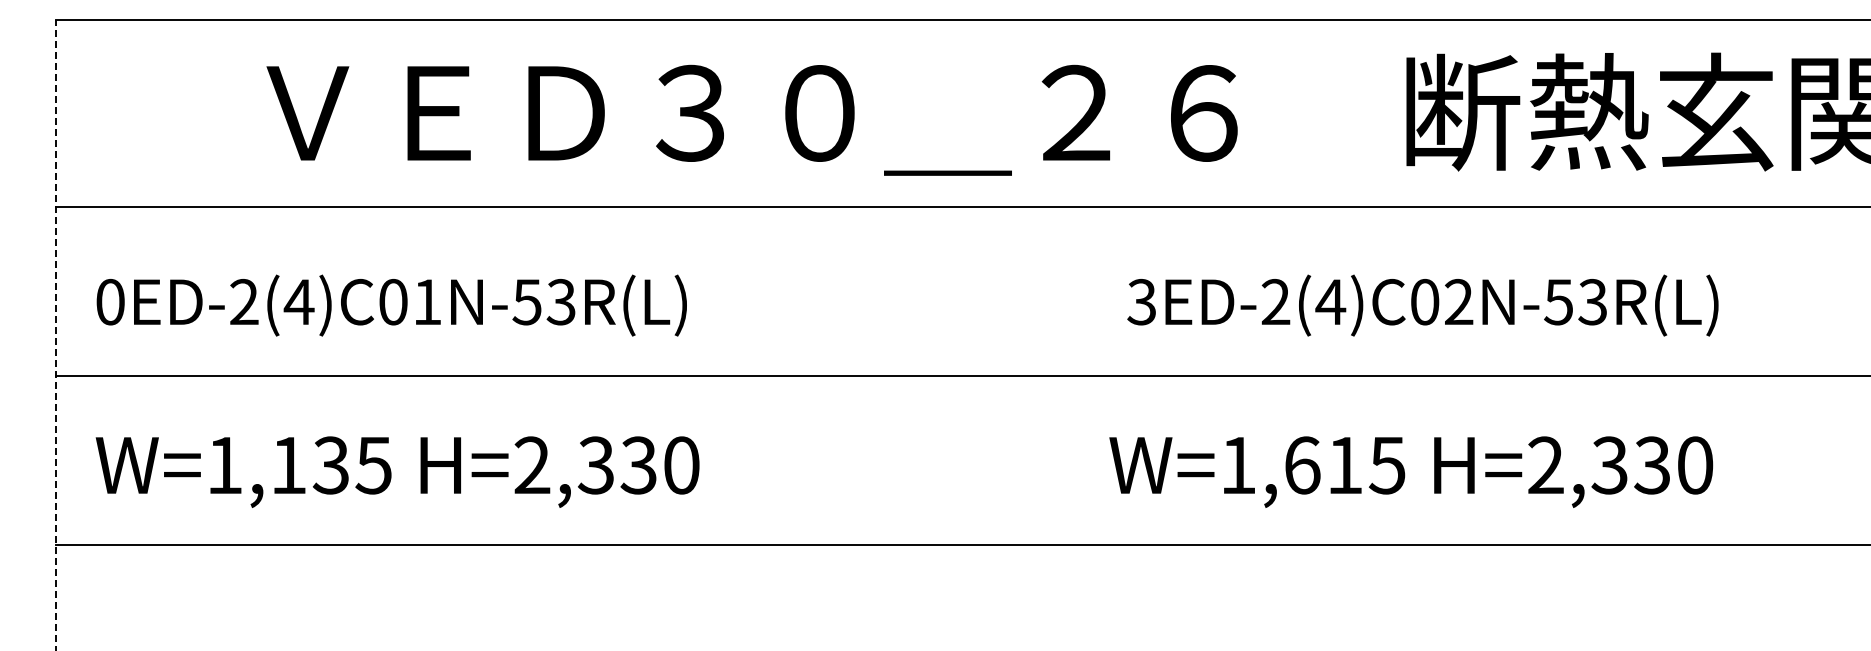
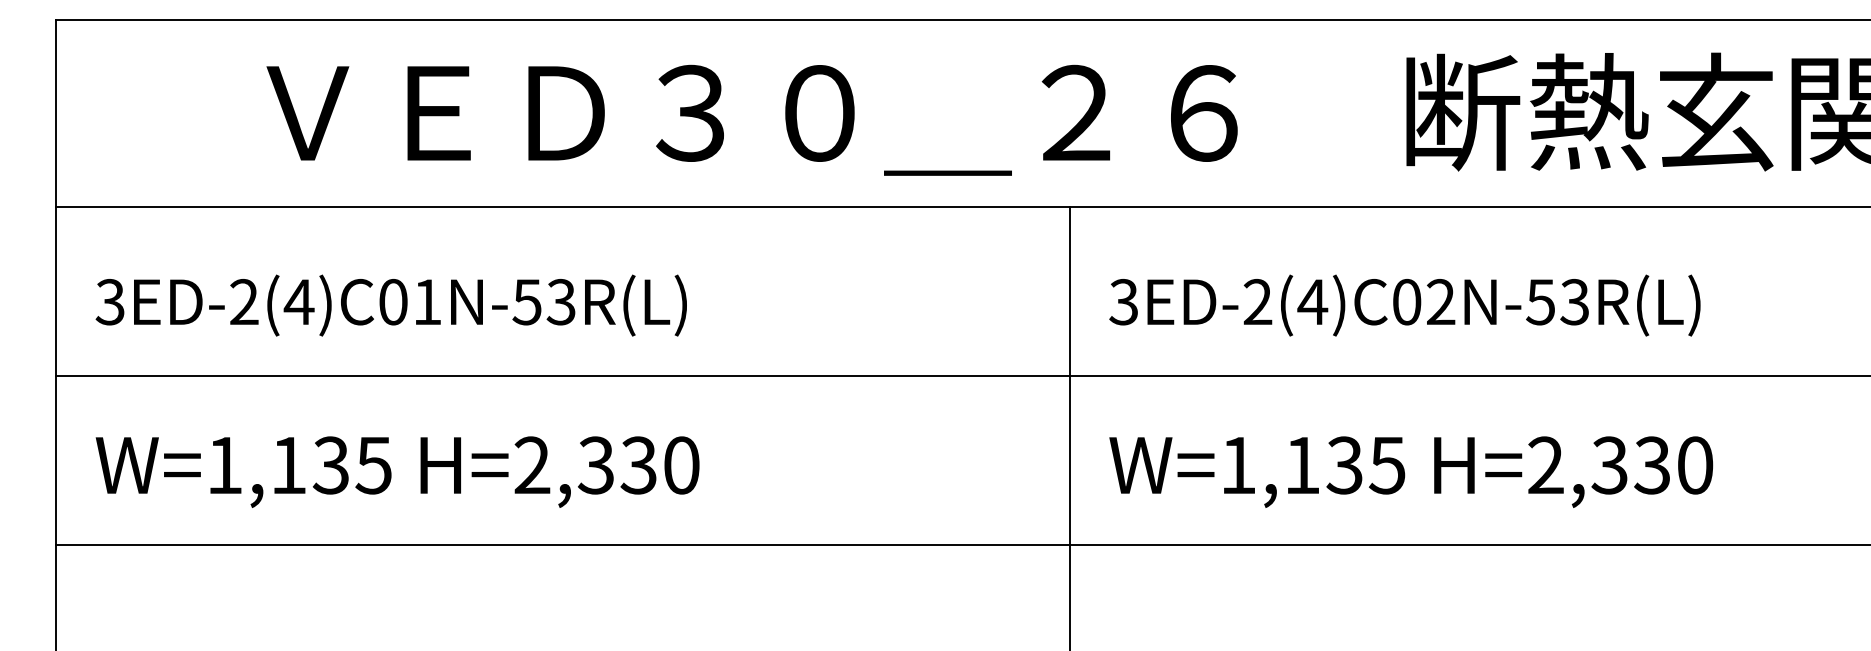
text at (109, 302): 0ED-2(4)C01N-53R(L) -> 3ED-2(4)C01N-53R(L)
text at (1422, 305) position: (1422, 305) -> (1404, 305)
line at (56, 335): dashed -> solid
line at (1069, 427): none -> present
text at (1323, 465): W=1,615 -> W=1,135
